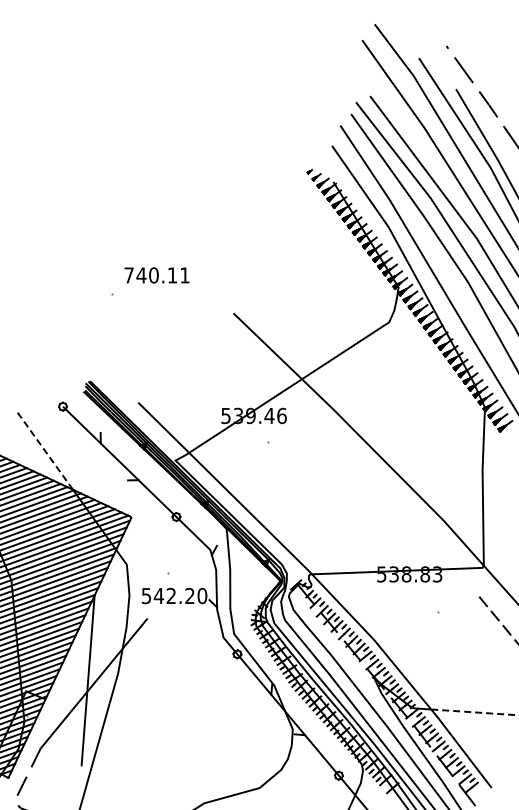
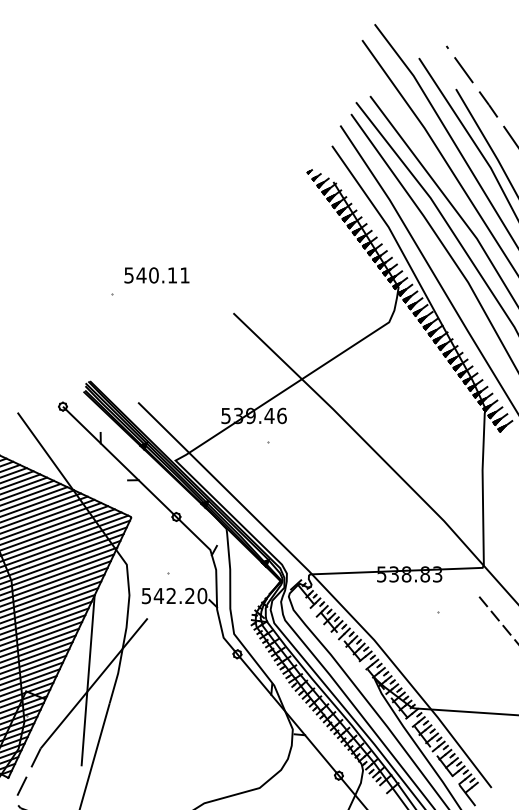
text at (128, 275): 740.11 -> 540.11
line at (45, 451): dashed -> solid
line at (474, 712): dashed -> solid
